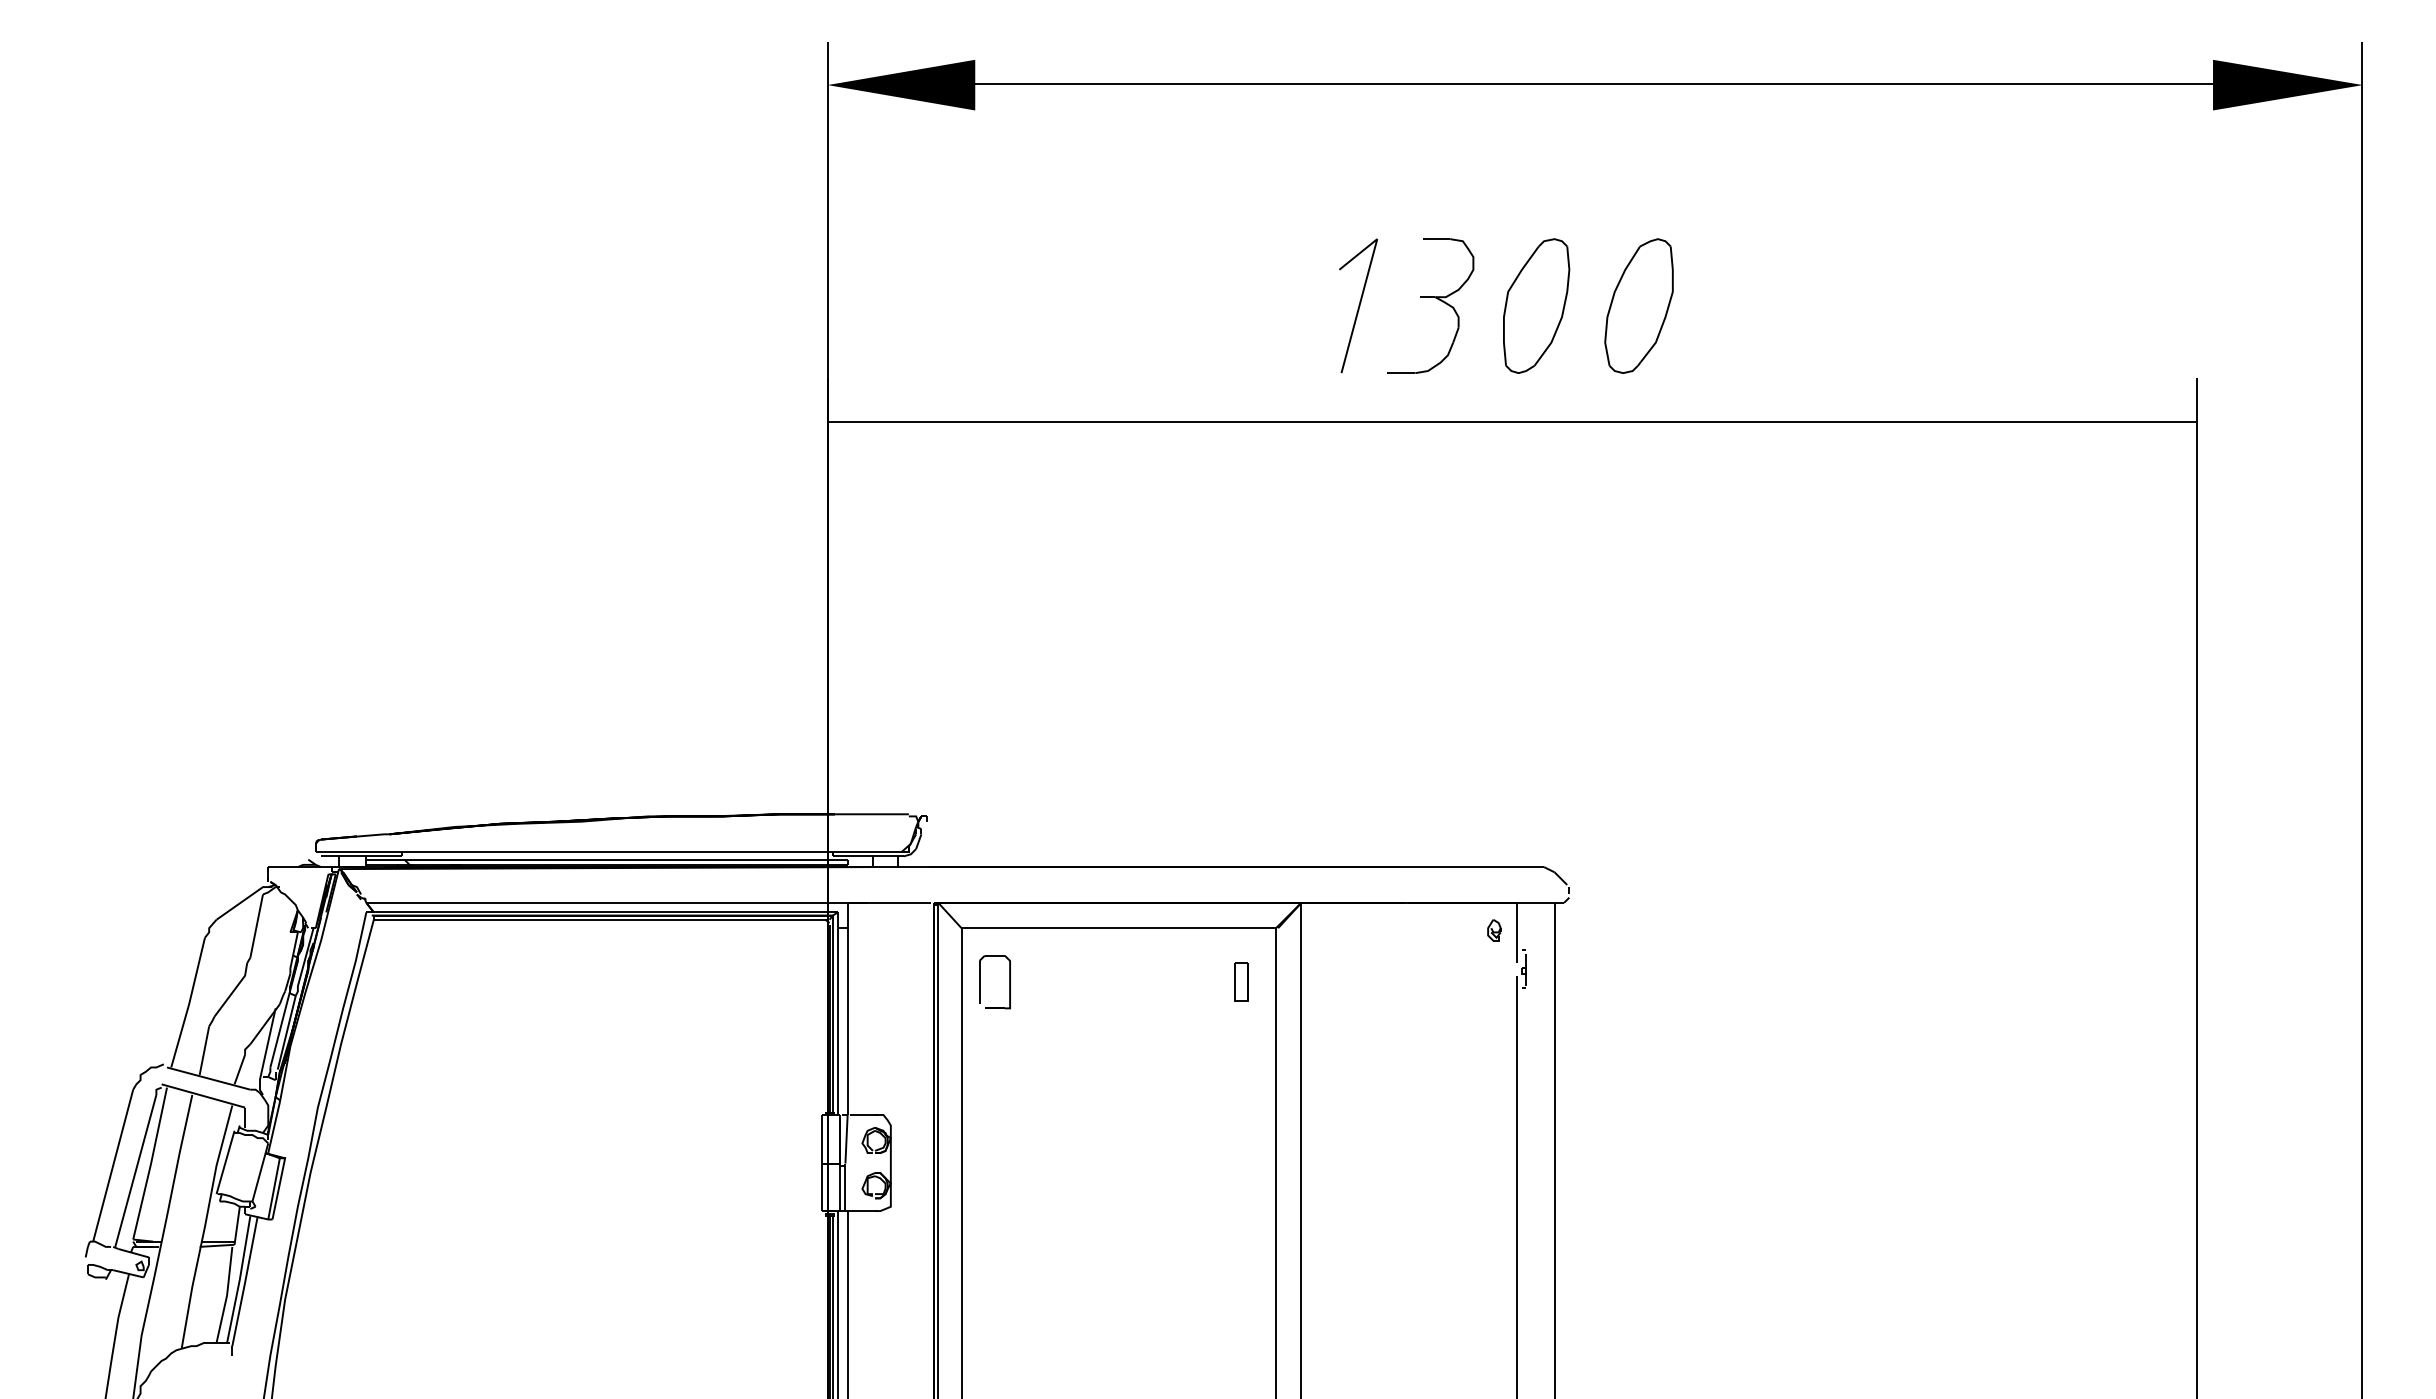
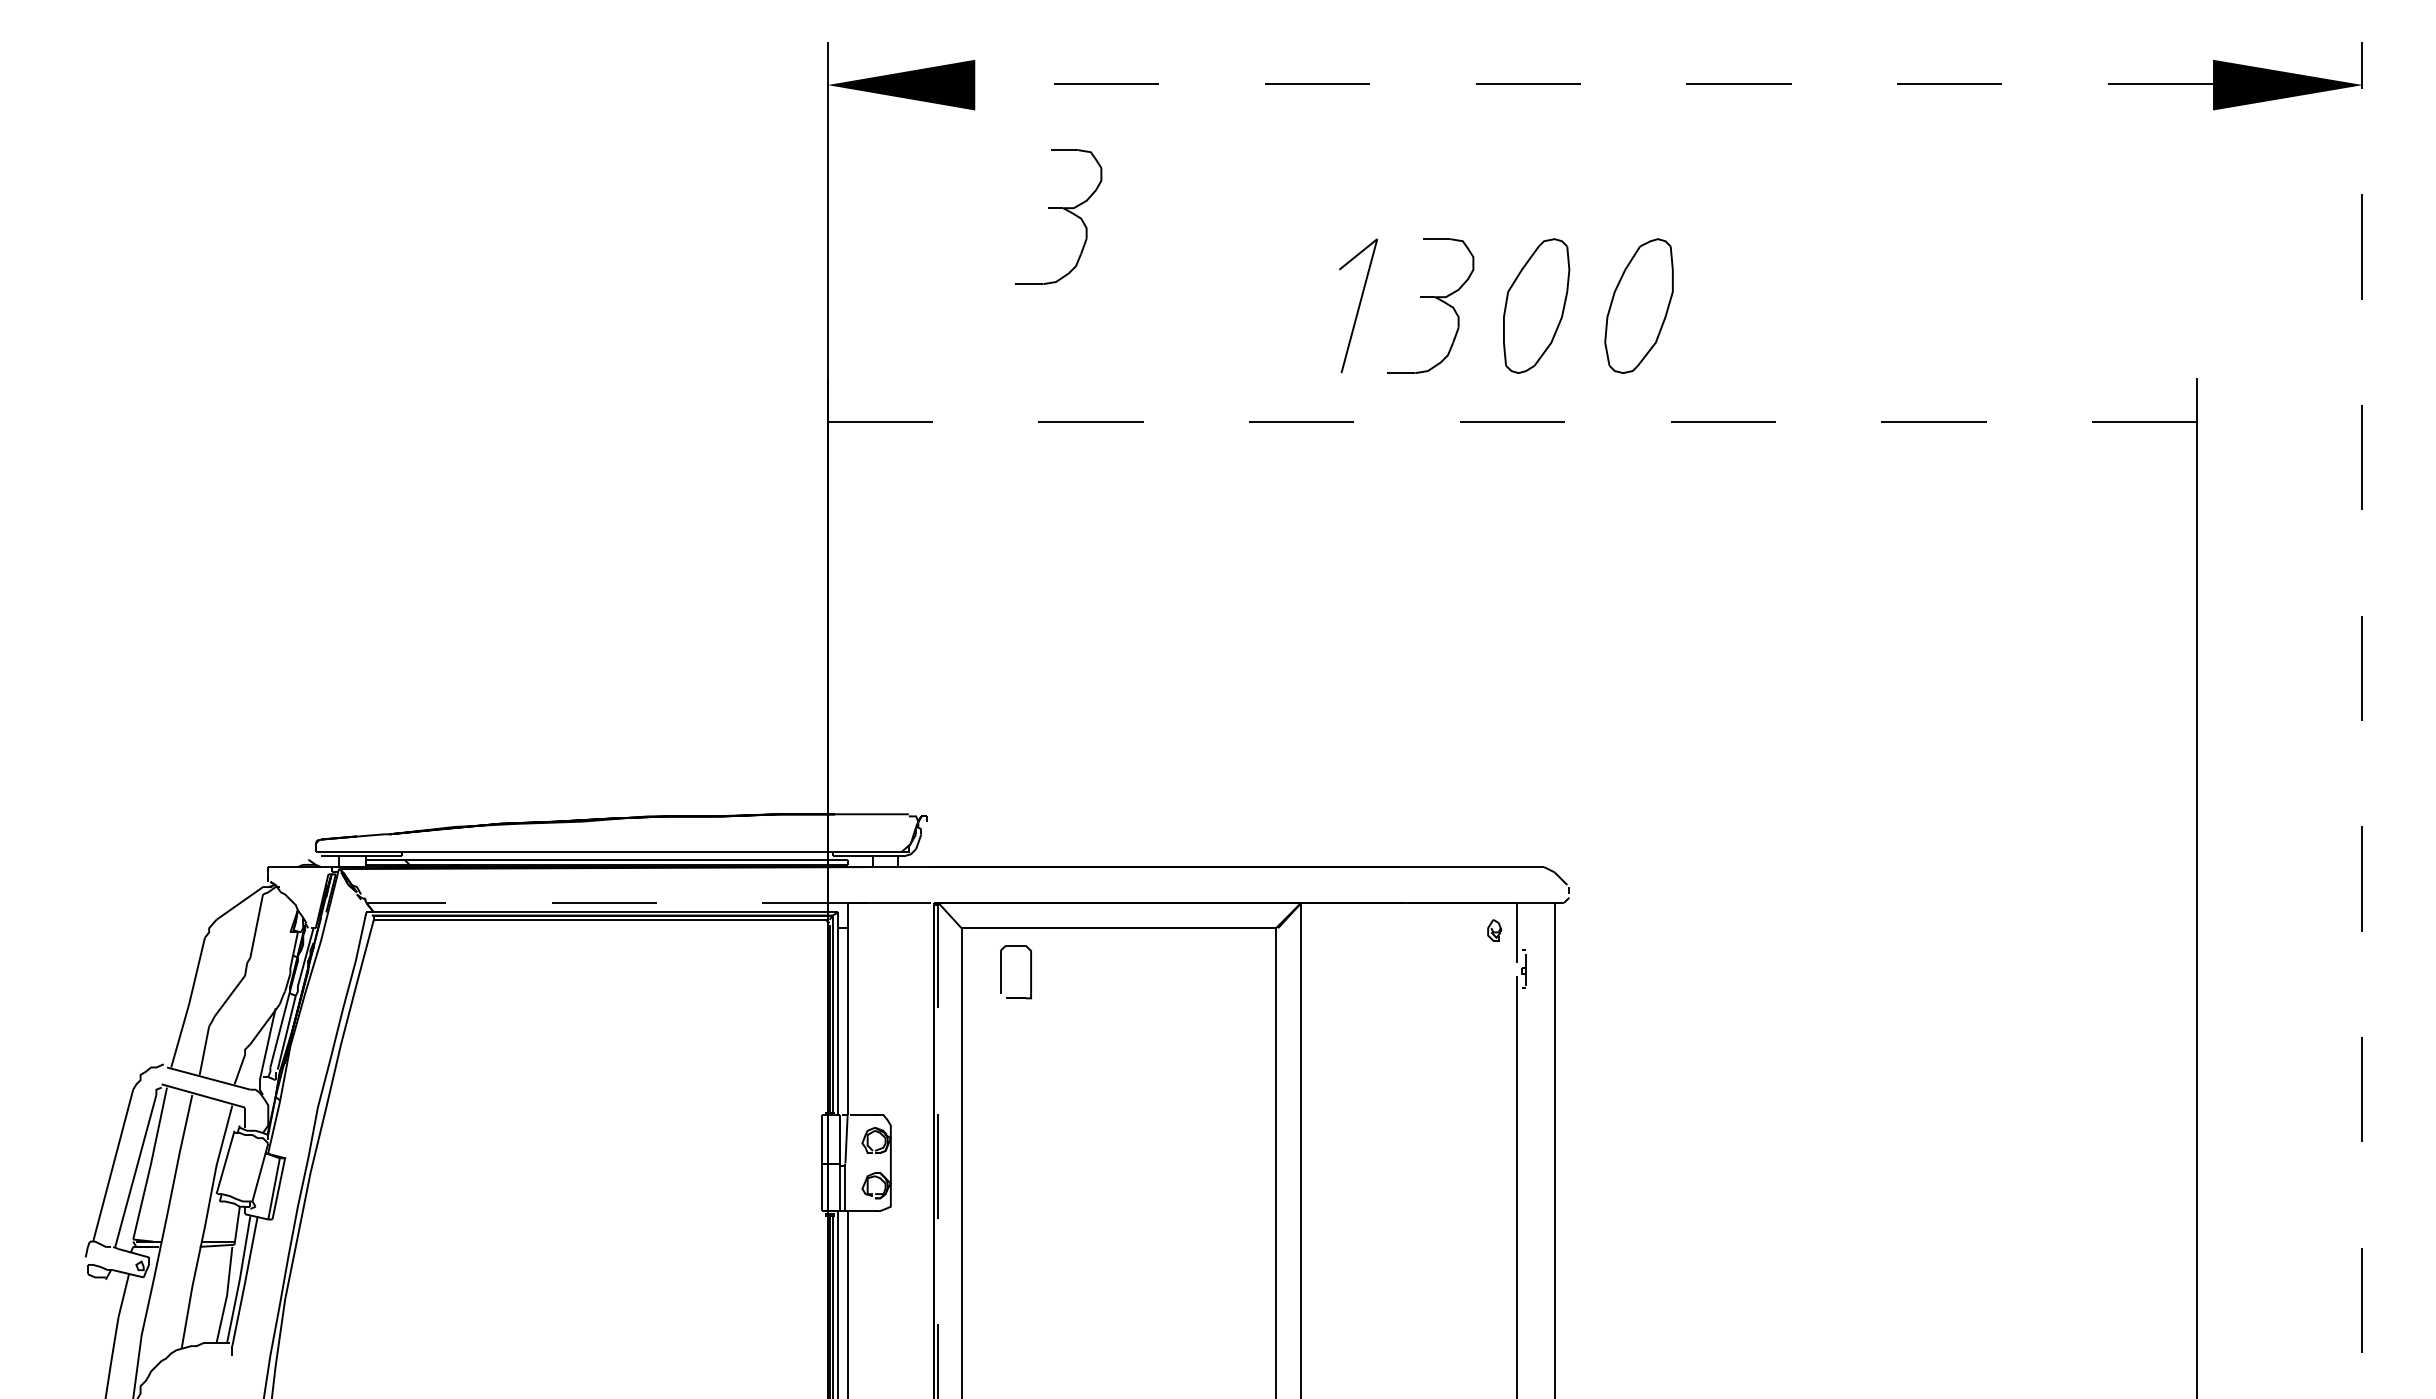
line at (1593, 84): solid -> dashed
part at (1058, 208): none -> present
line at (1512, 421): solid -> dashed
line at (2361, 719): solid -> dashed
line at (617, 902): solid -> dashed
part at (1241, 981): present -> none
part at (980, 982) position: (980, 982) -> (1001, 972)
line at (938, 1150): solid -> dashed
